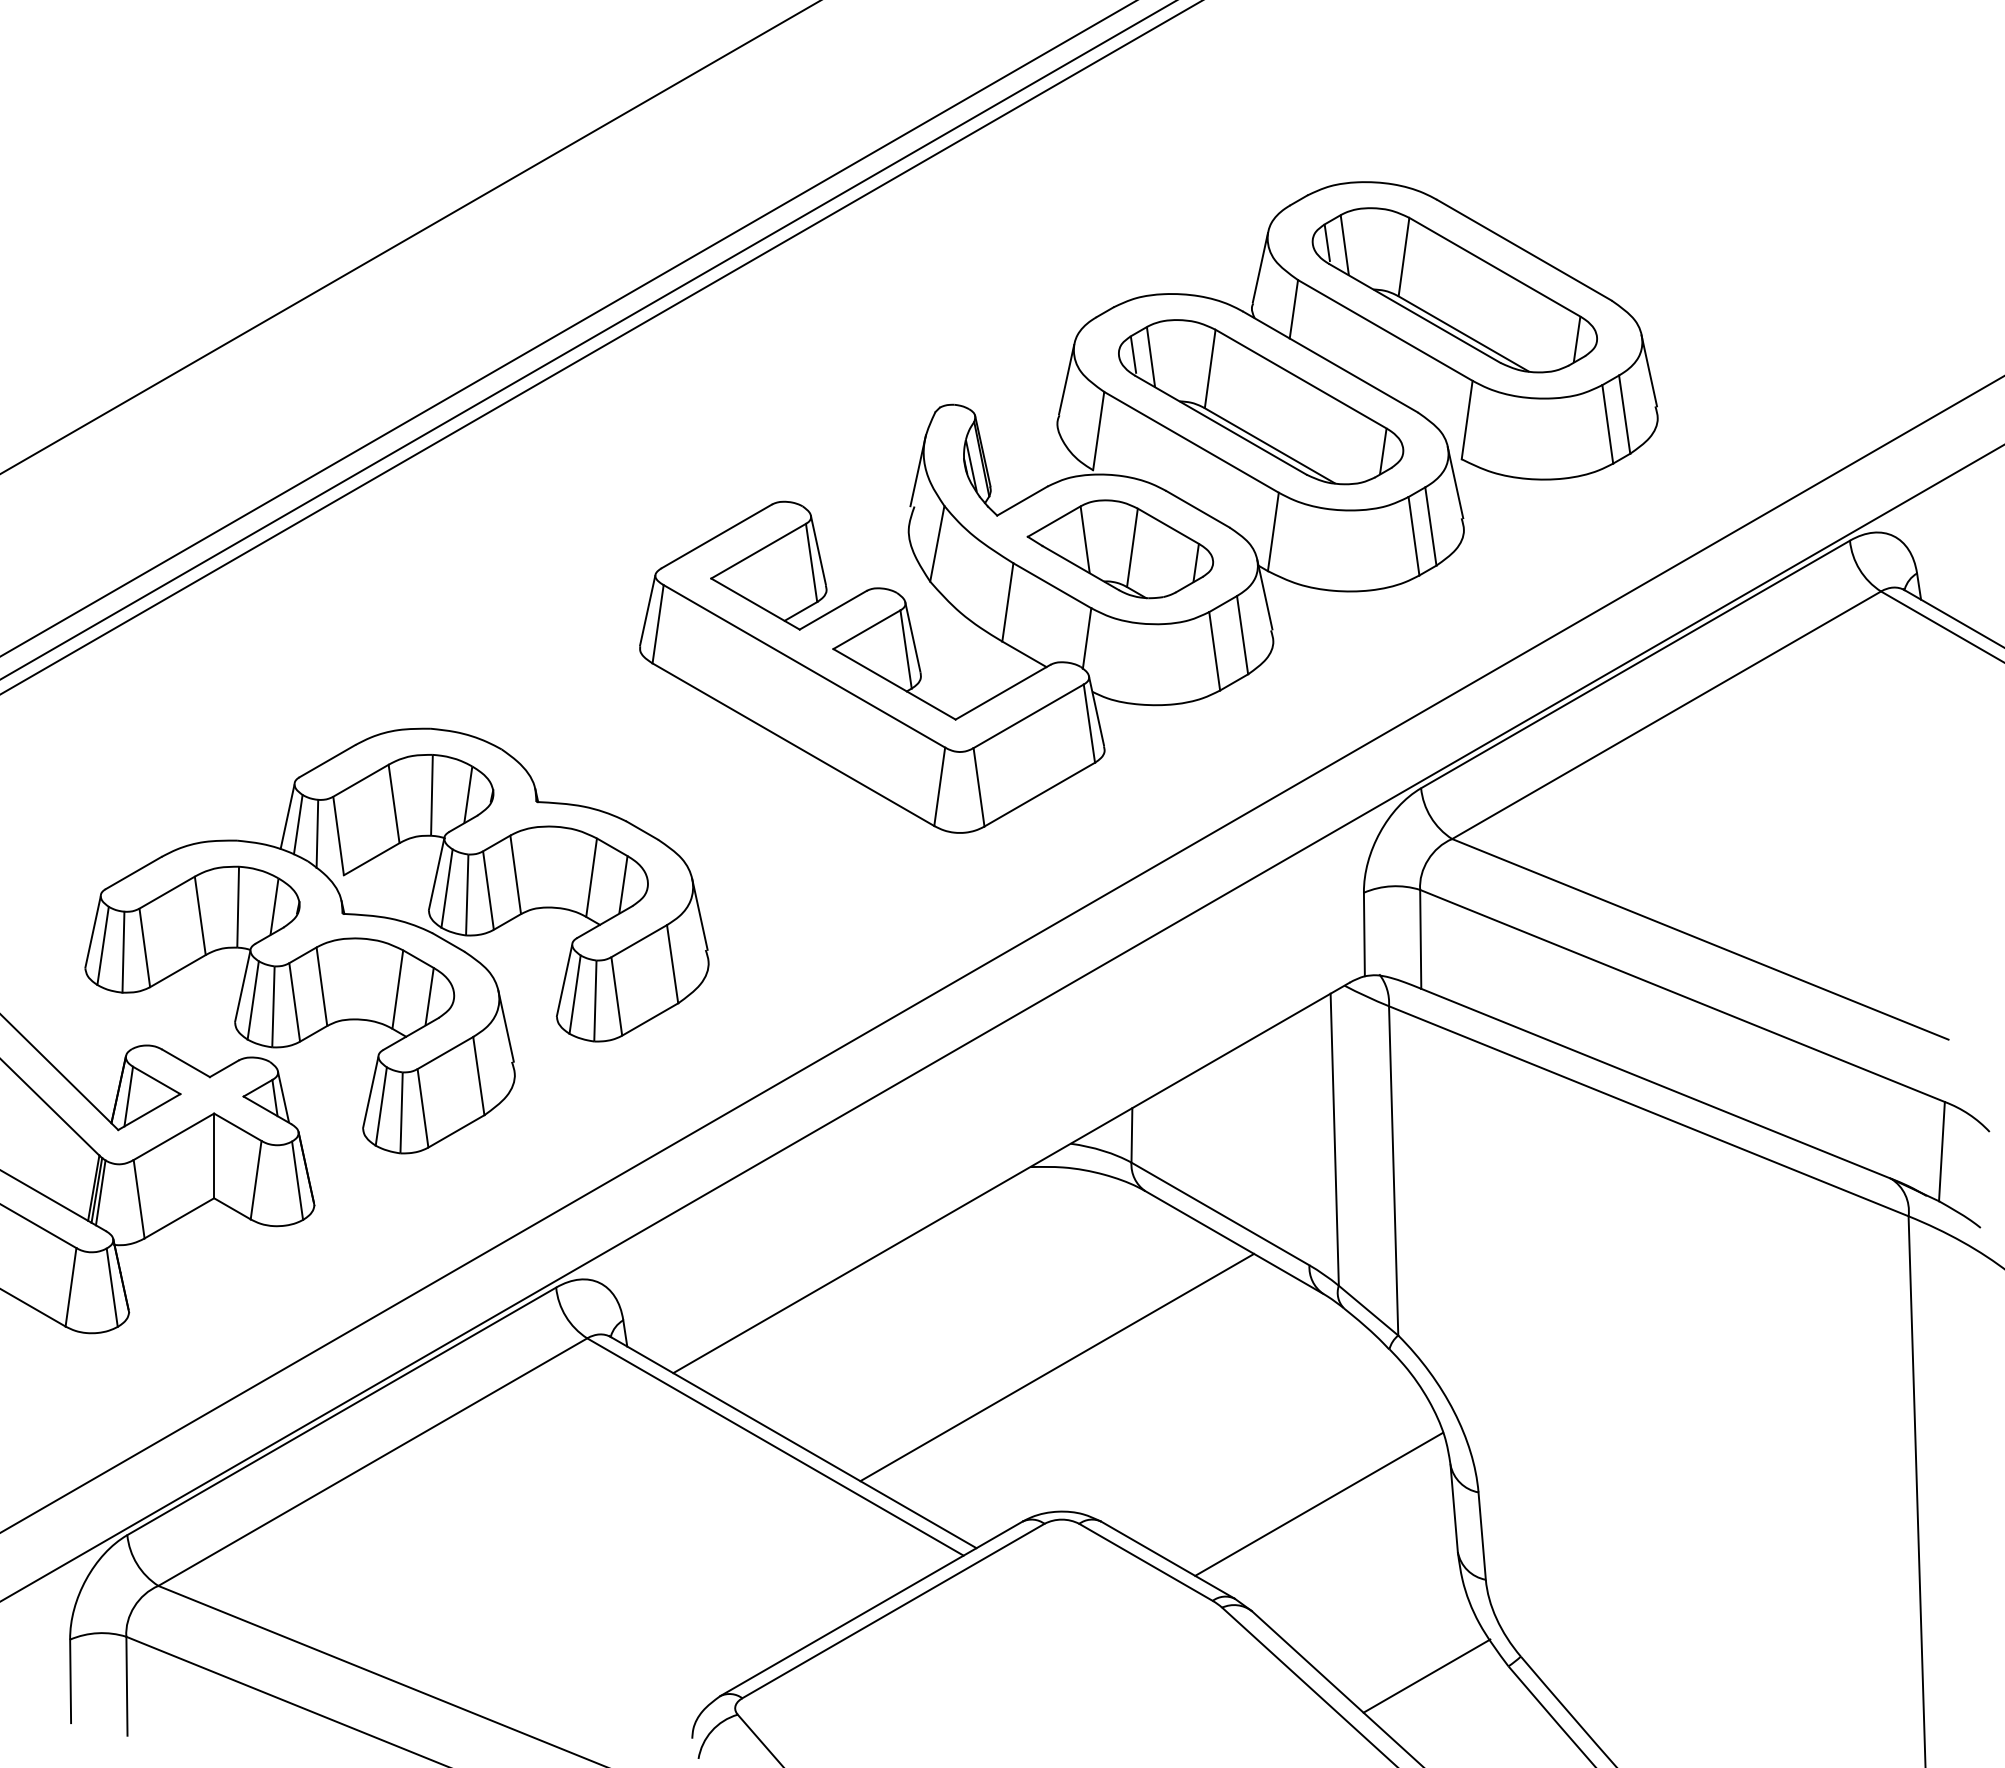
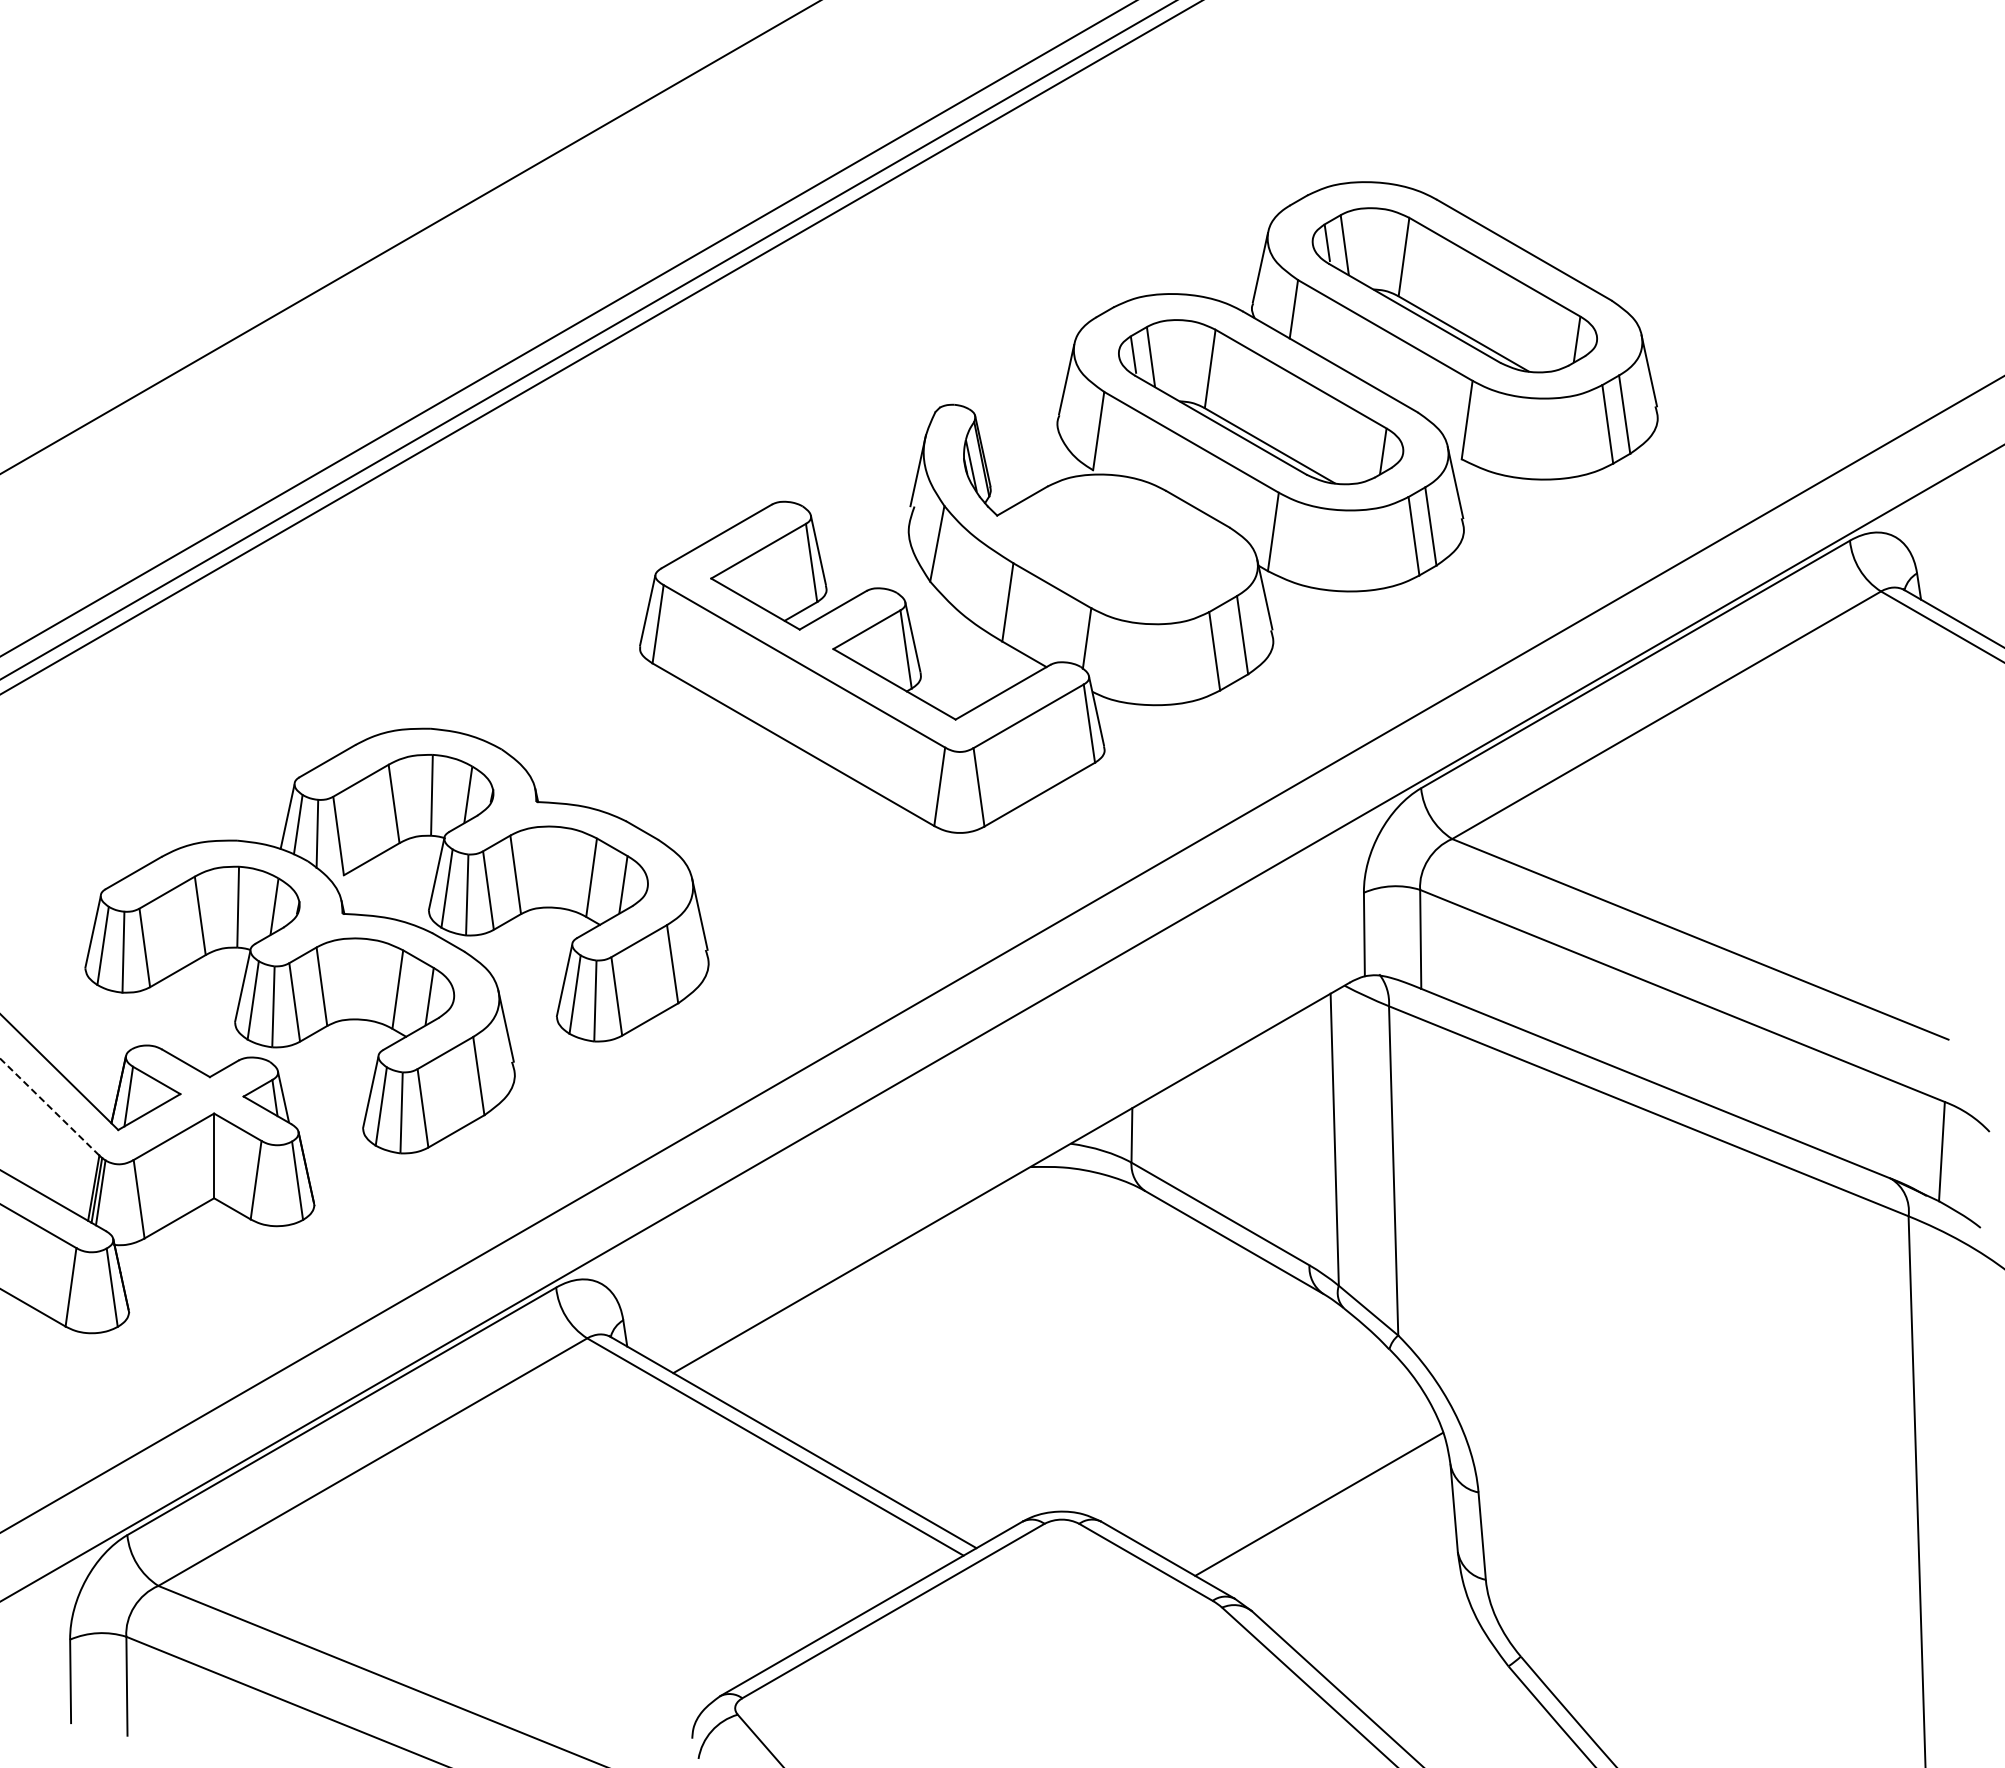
part at (1119, 549): present -> none
line at (49, 1106): solid -> dashed
line at (1057, 1367): present -> none
line at (1426, 1675): present -> none
